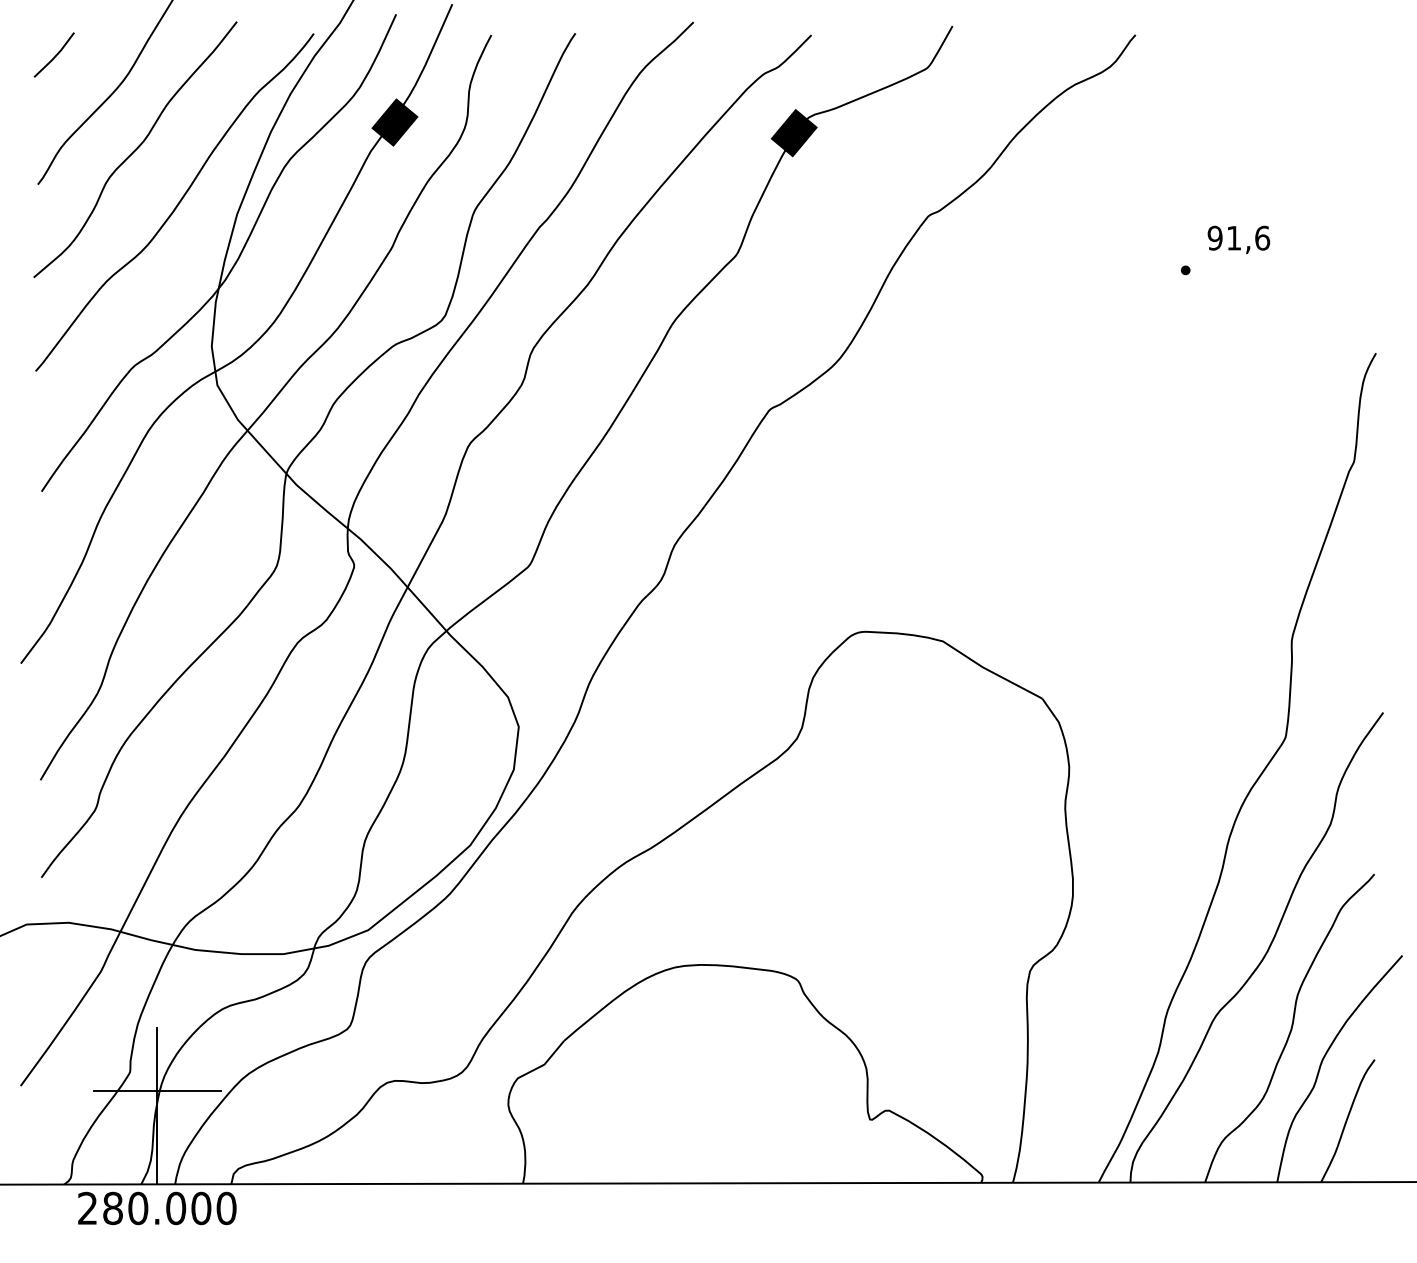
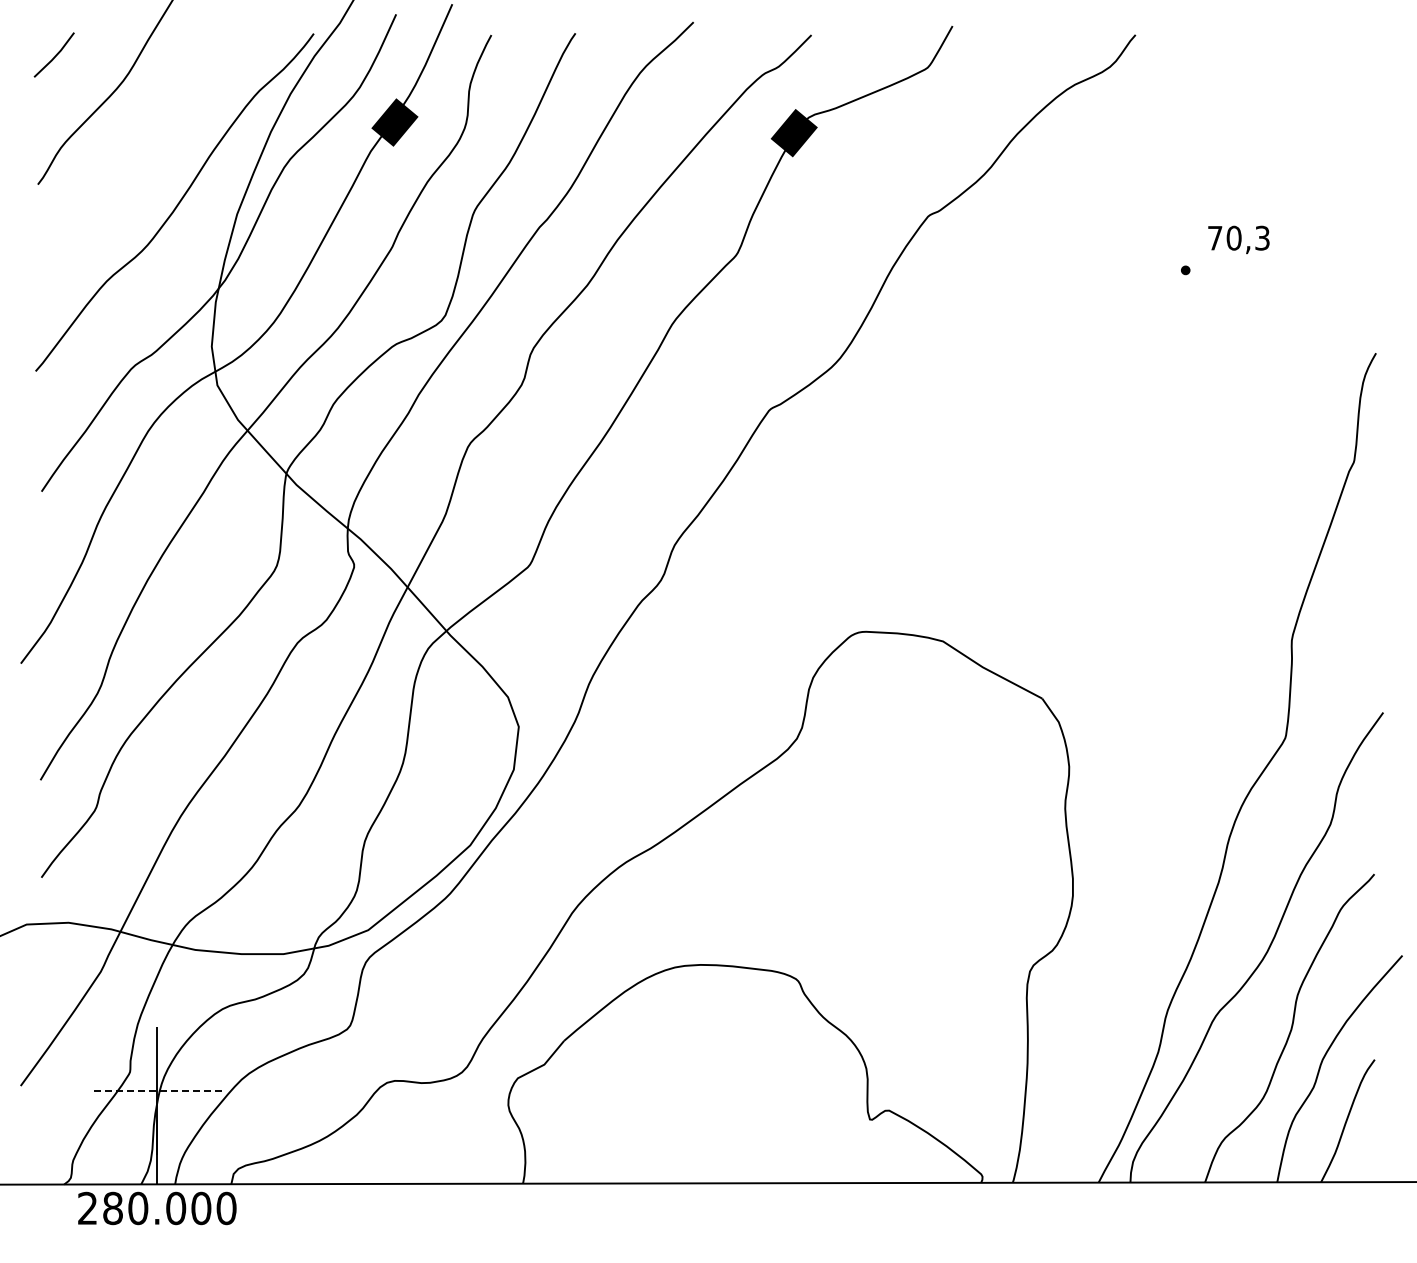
curve at (135, 149): present -> none
text at (1238, 237): 91,6 -> 70,3
line at (156, 1091): solid -> dashed
